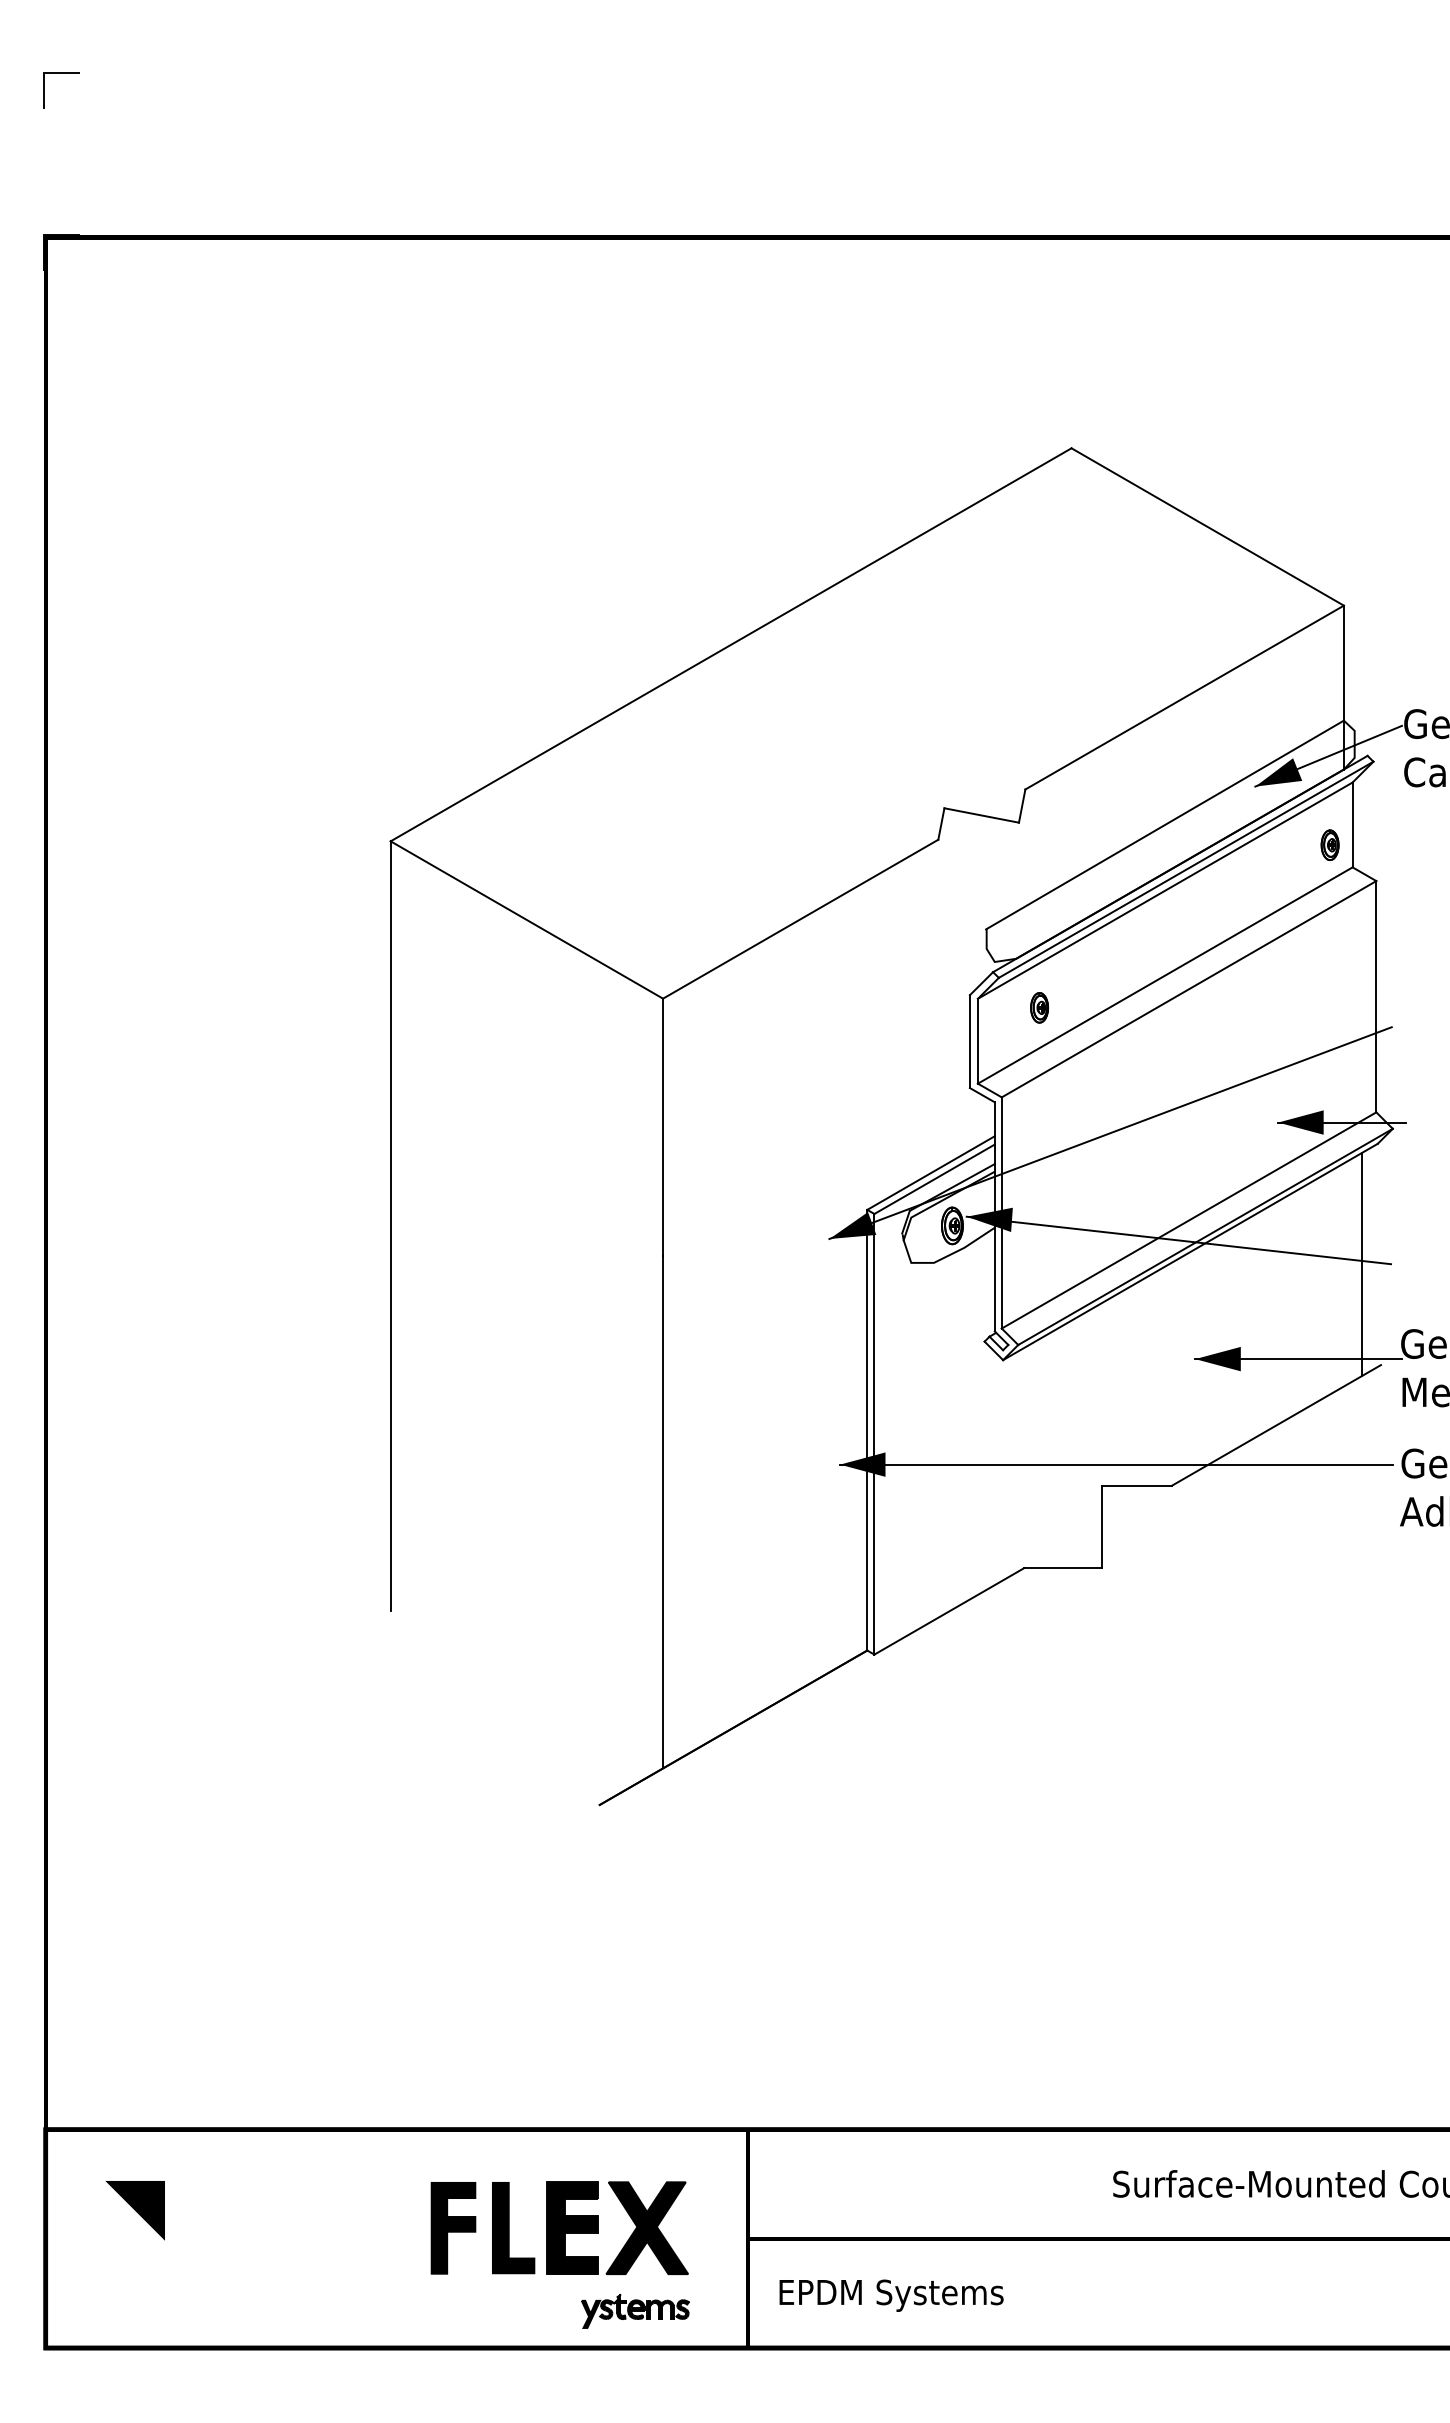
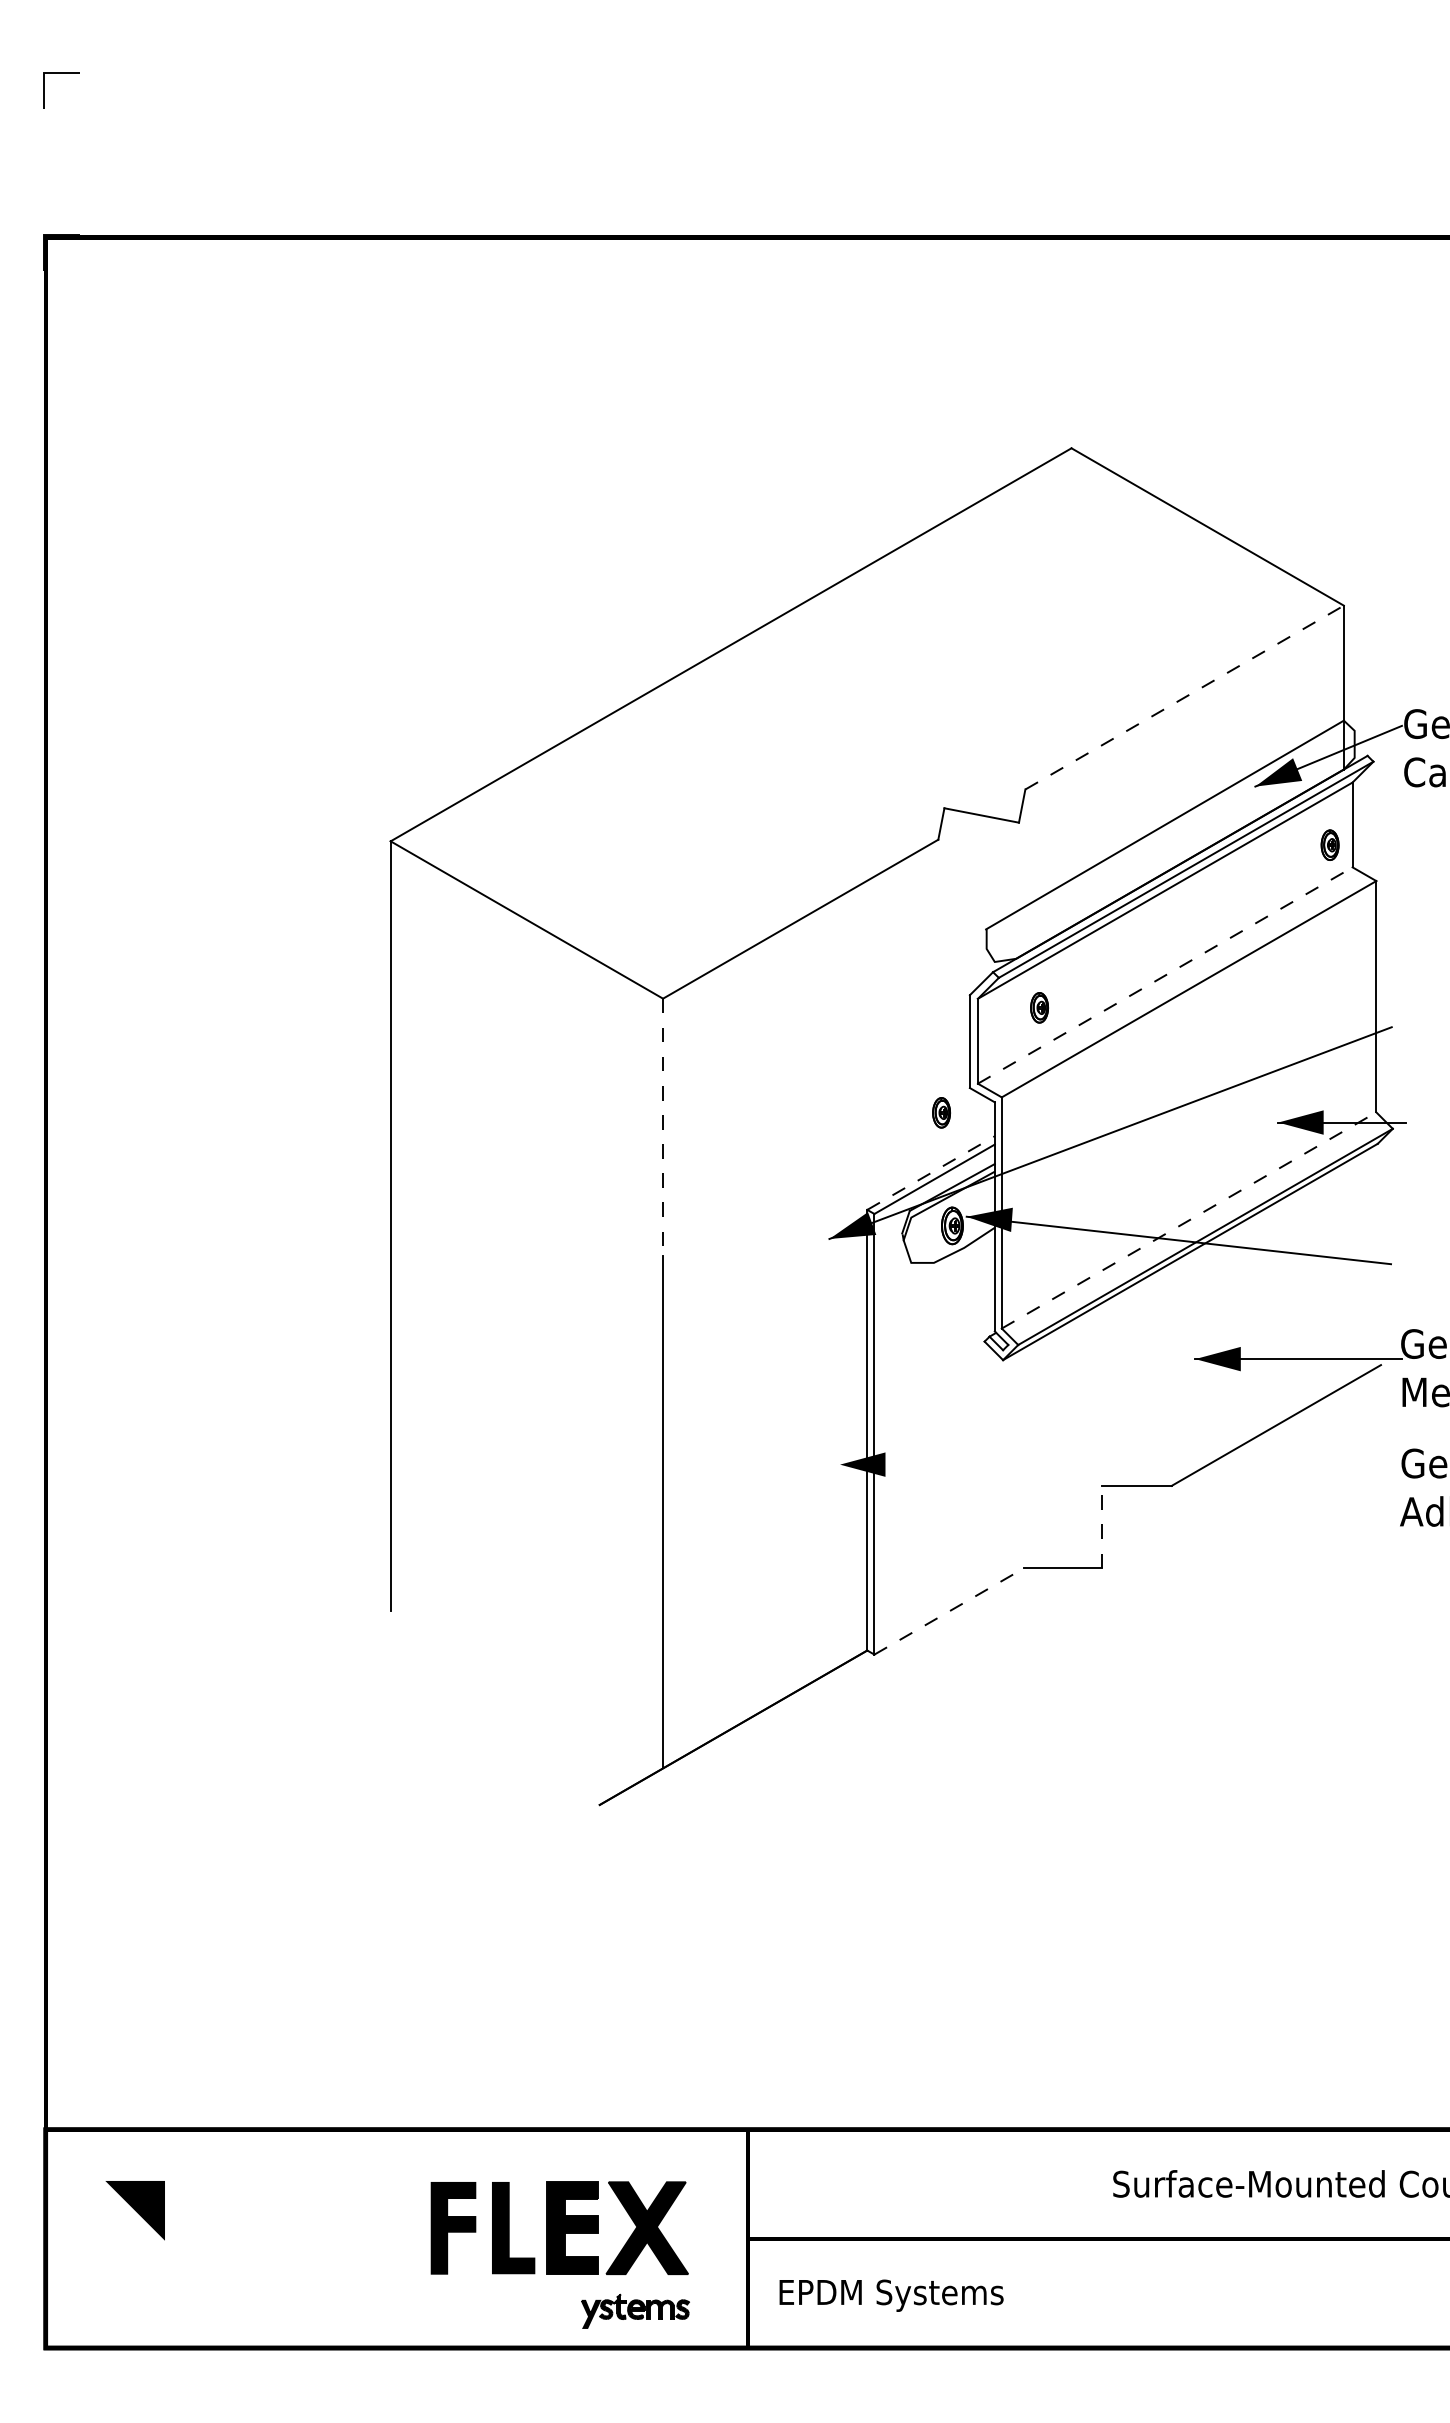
line at (1184, 697): solid -> dashed
line at (1165, 975): solid -> dashed
part at (941, 1112): none -> present
line at (663, 1127): solid -> dashed
line at (931, 1173): solid -> dashed
line at (1189, 1220): solid -> dashed
line at (1361, 1264): present -> none
line at (1116, 1464): present -> none
line at (1101, 1526): solid -> dashed
line at (949, 1611): solid -> dashed
